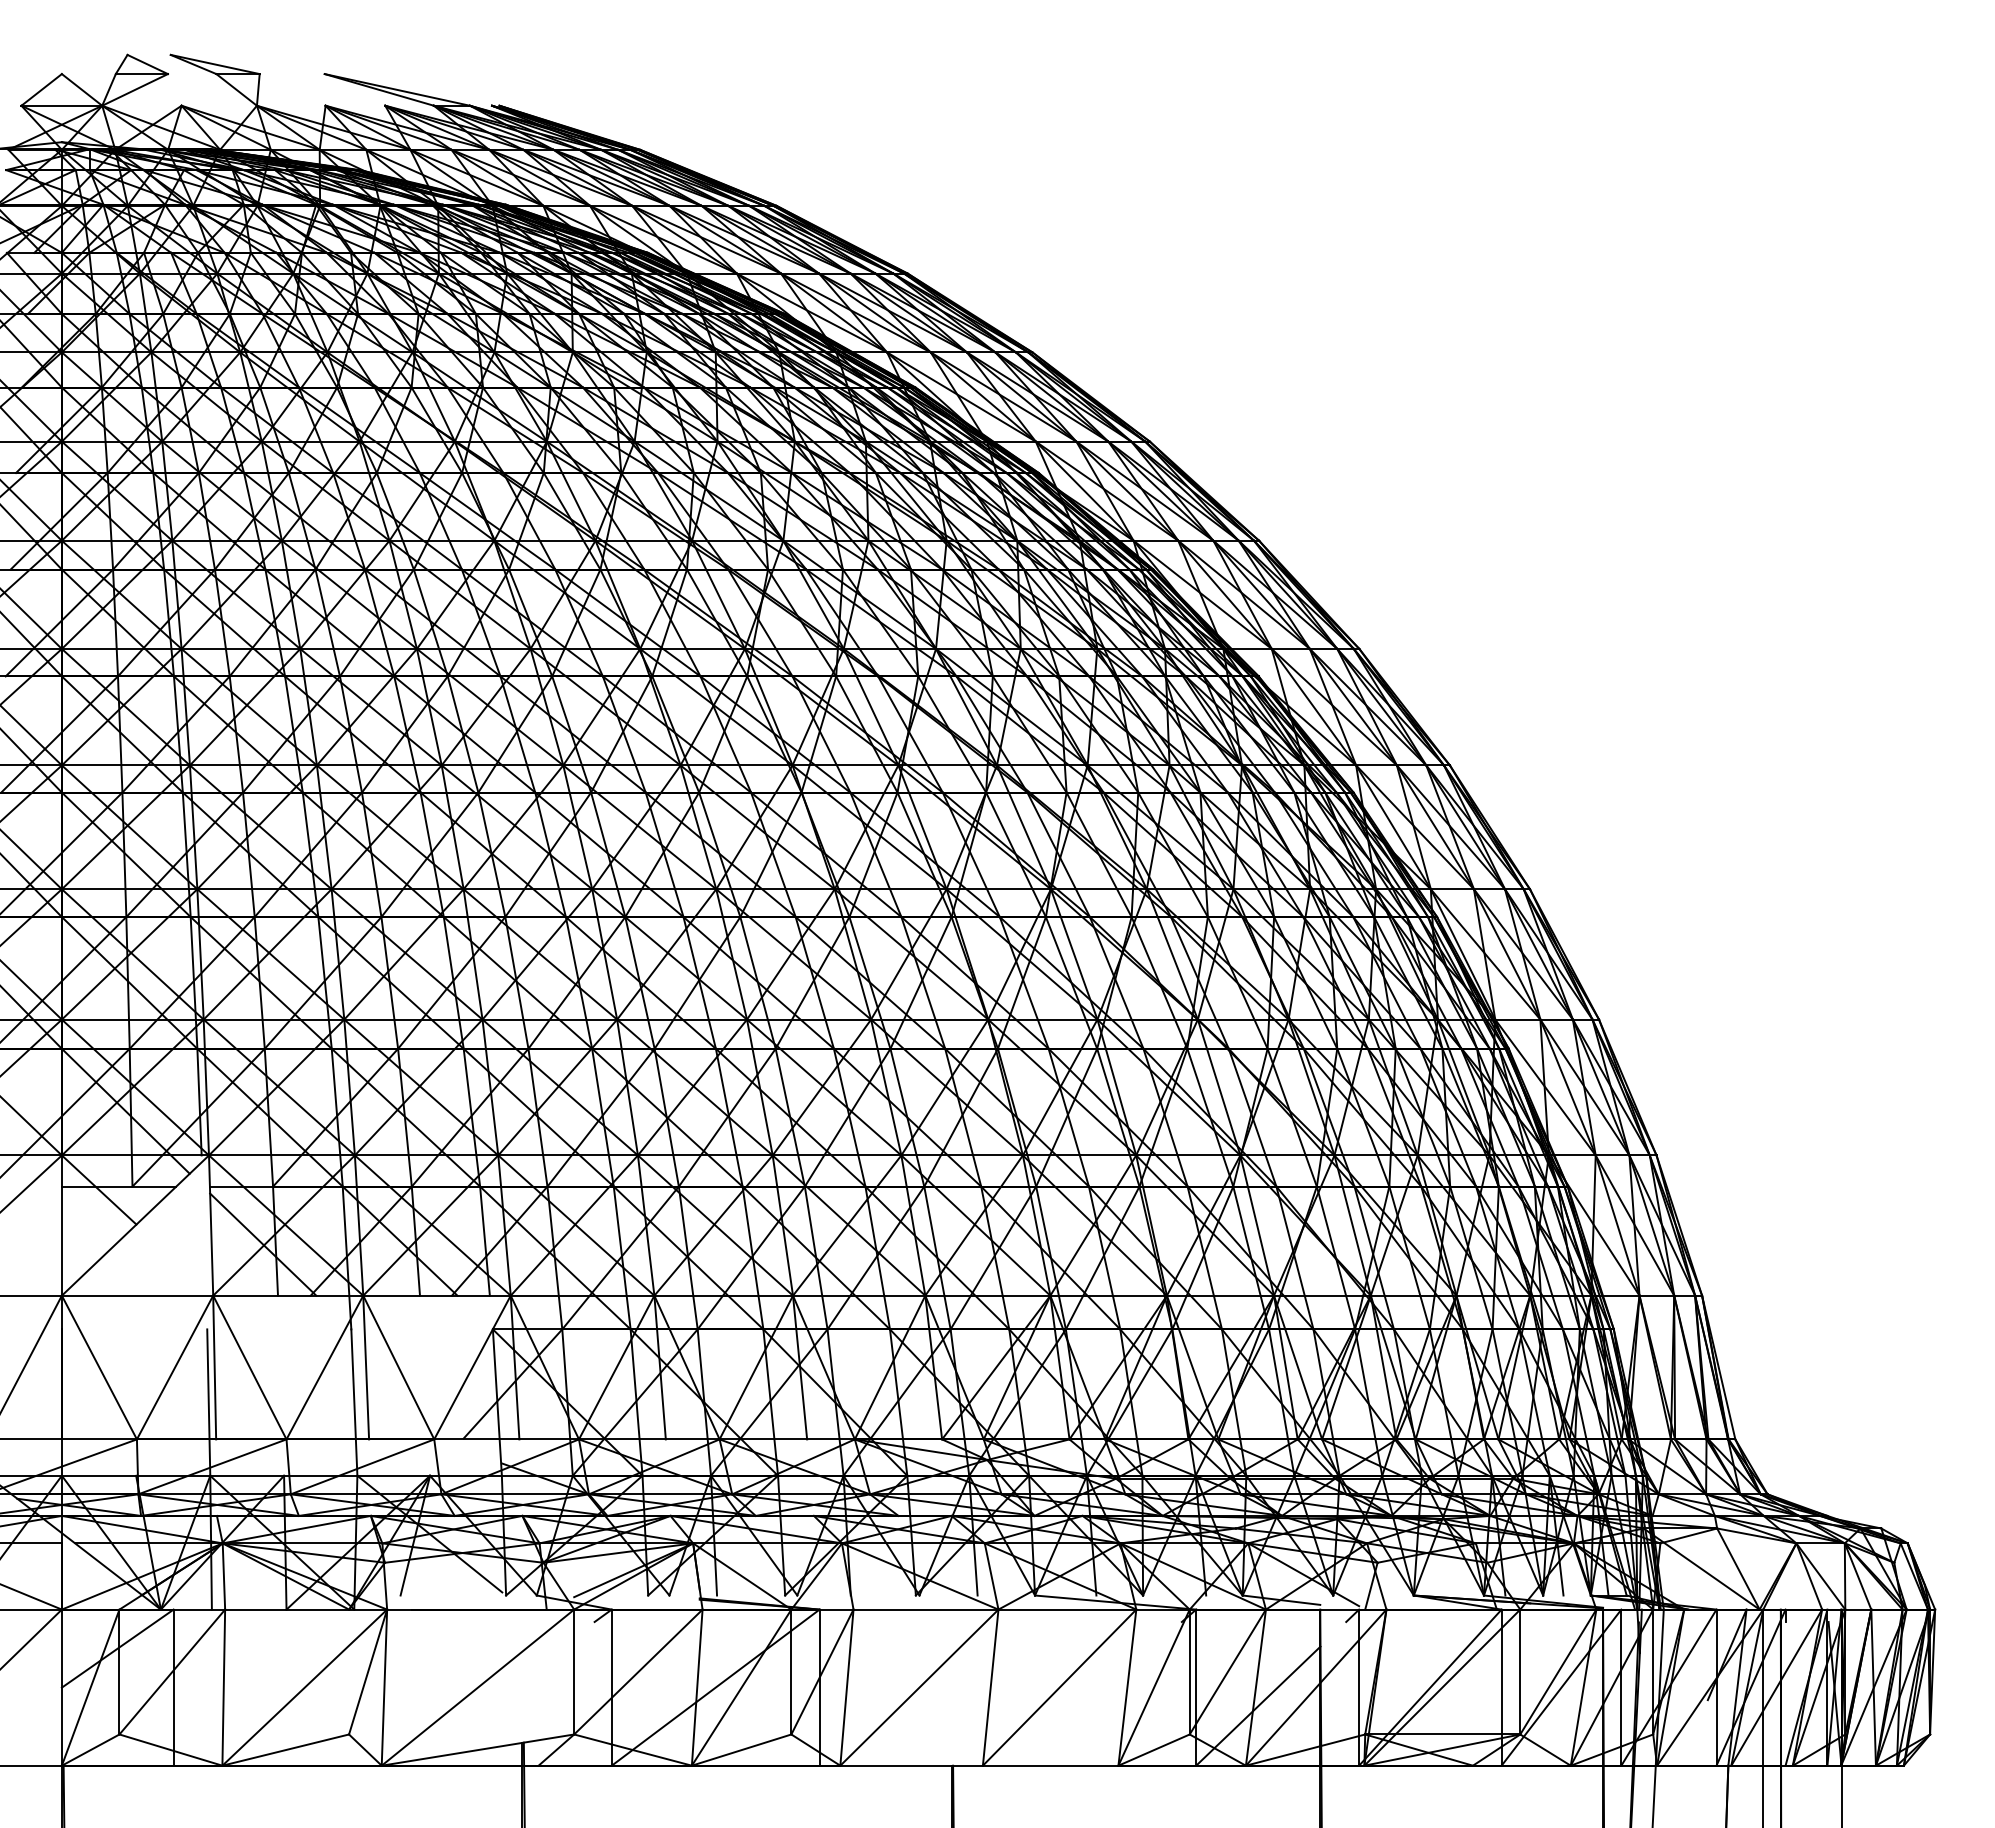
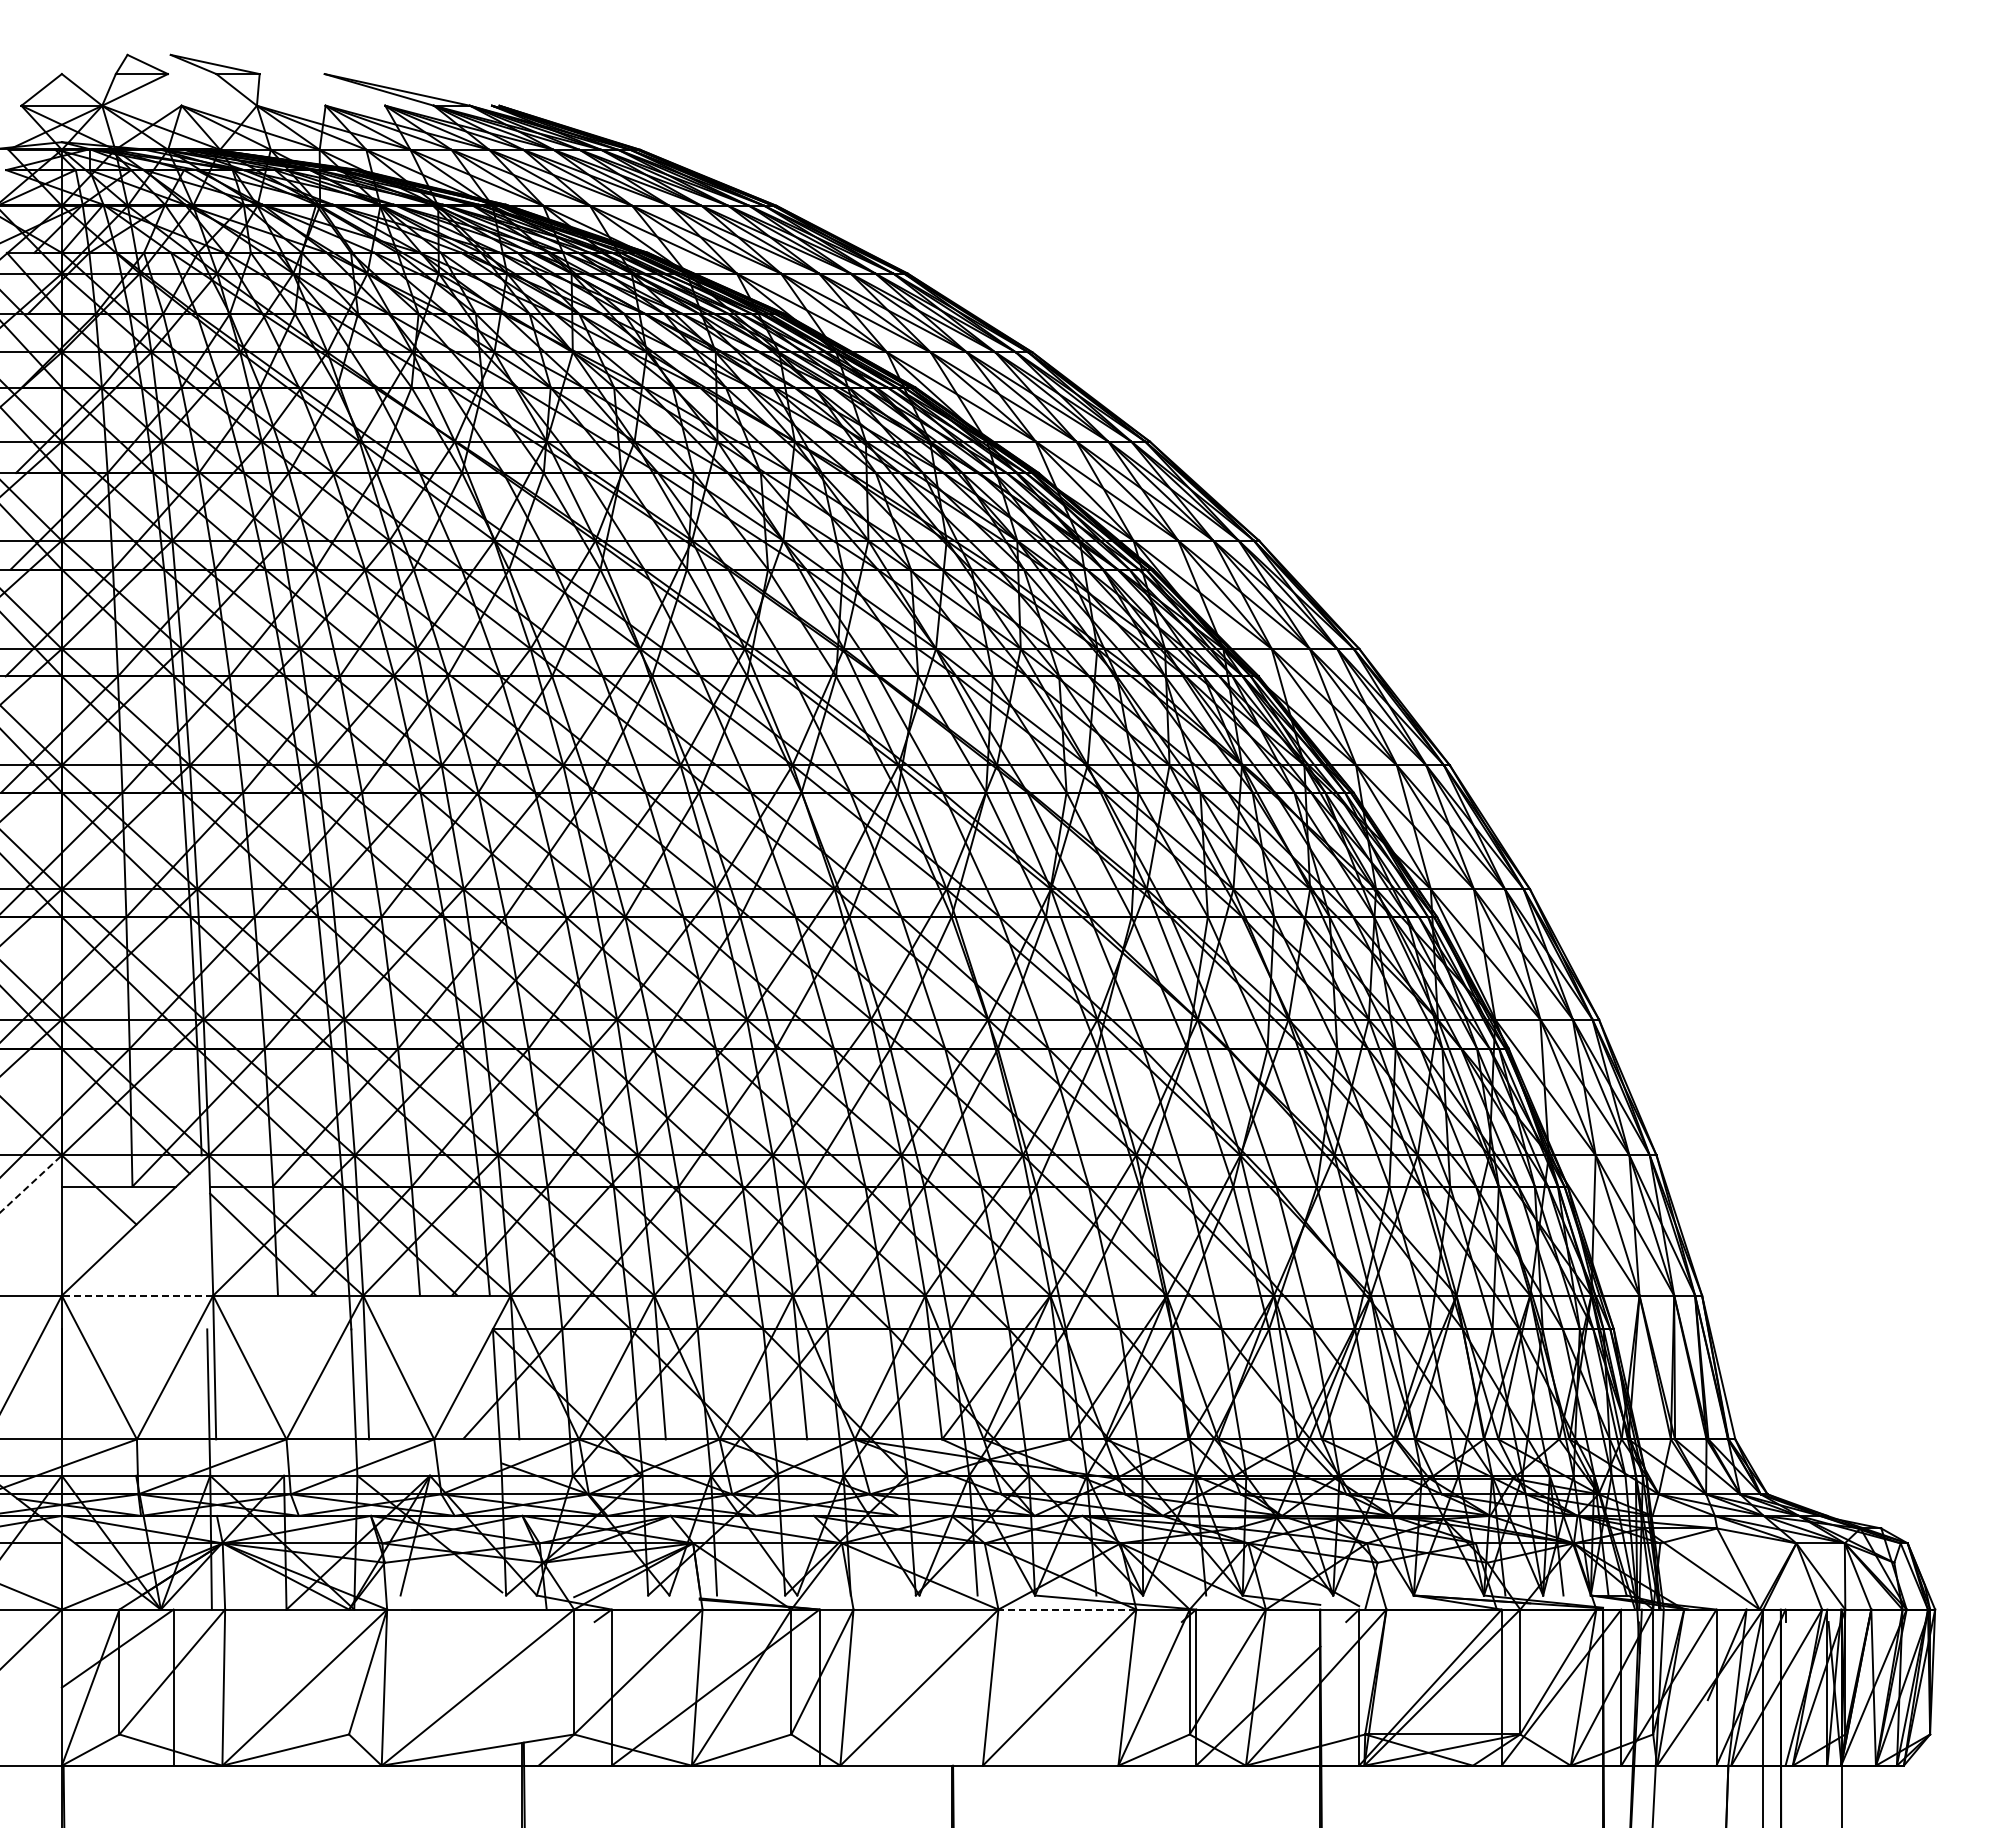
line at (31, 1183): solid -> dashed
line at (137, 1295): solid -> dashed
line at (1067, 1609): solid -> dashed
